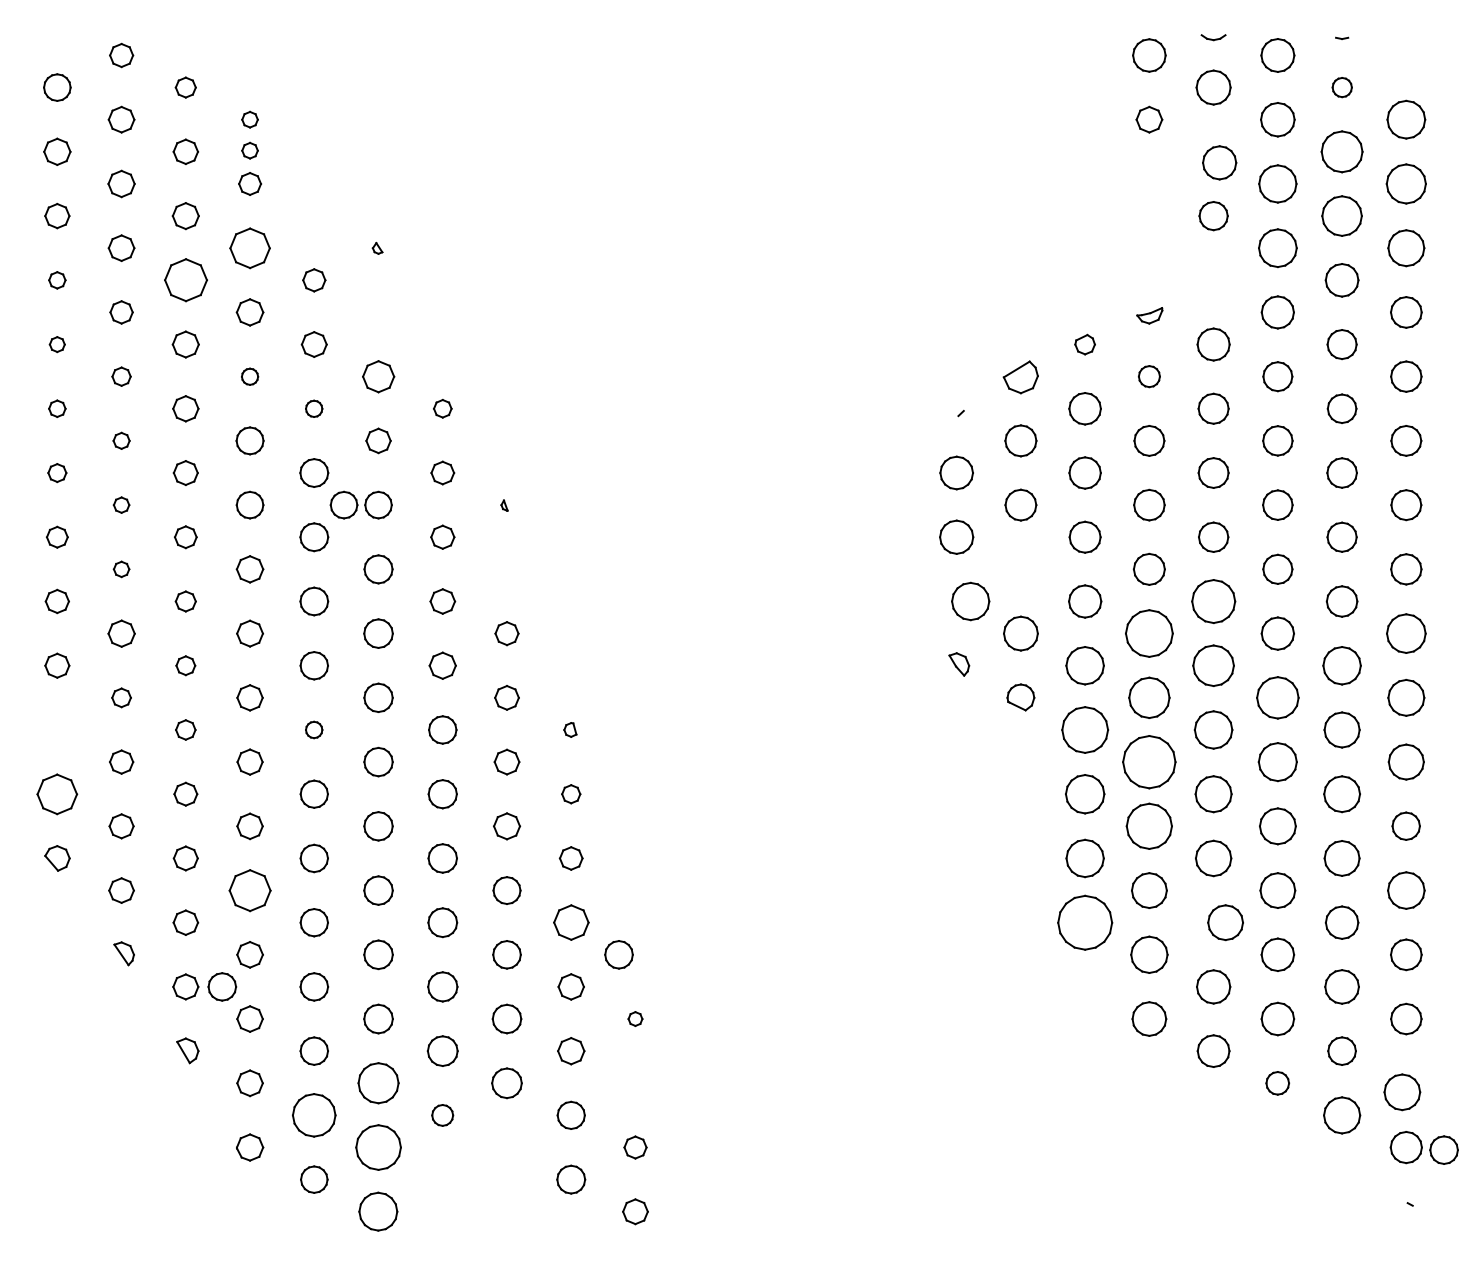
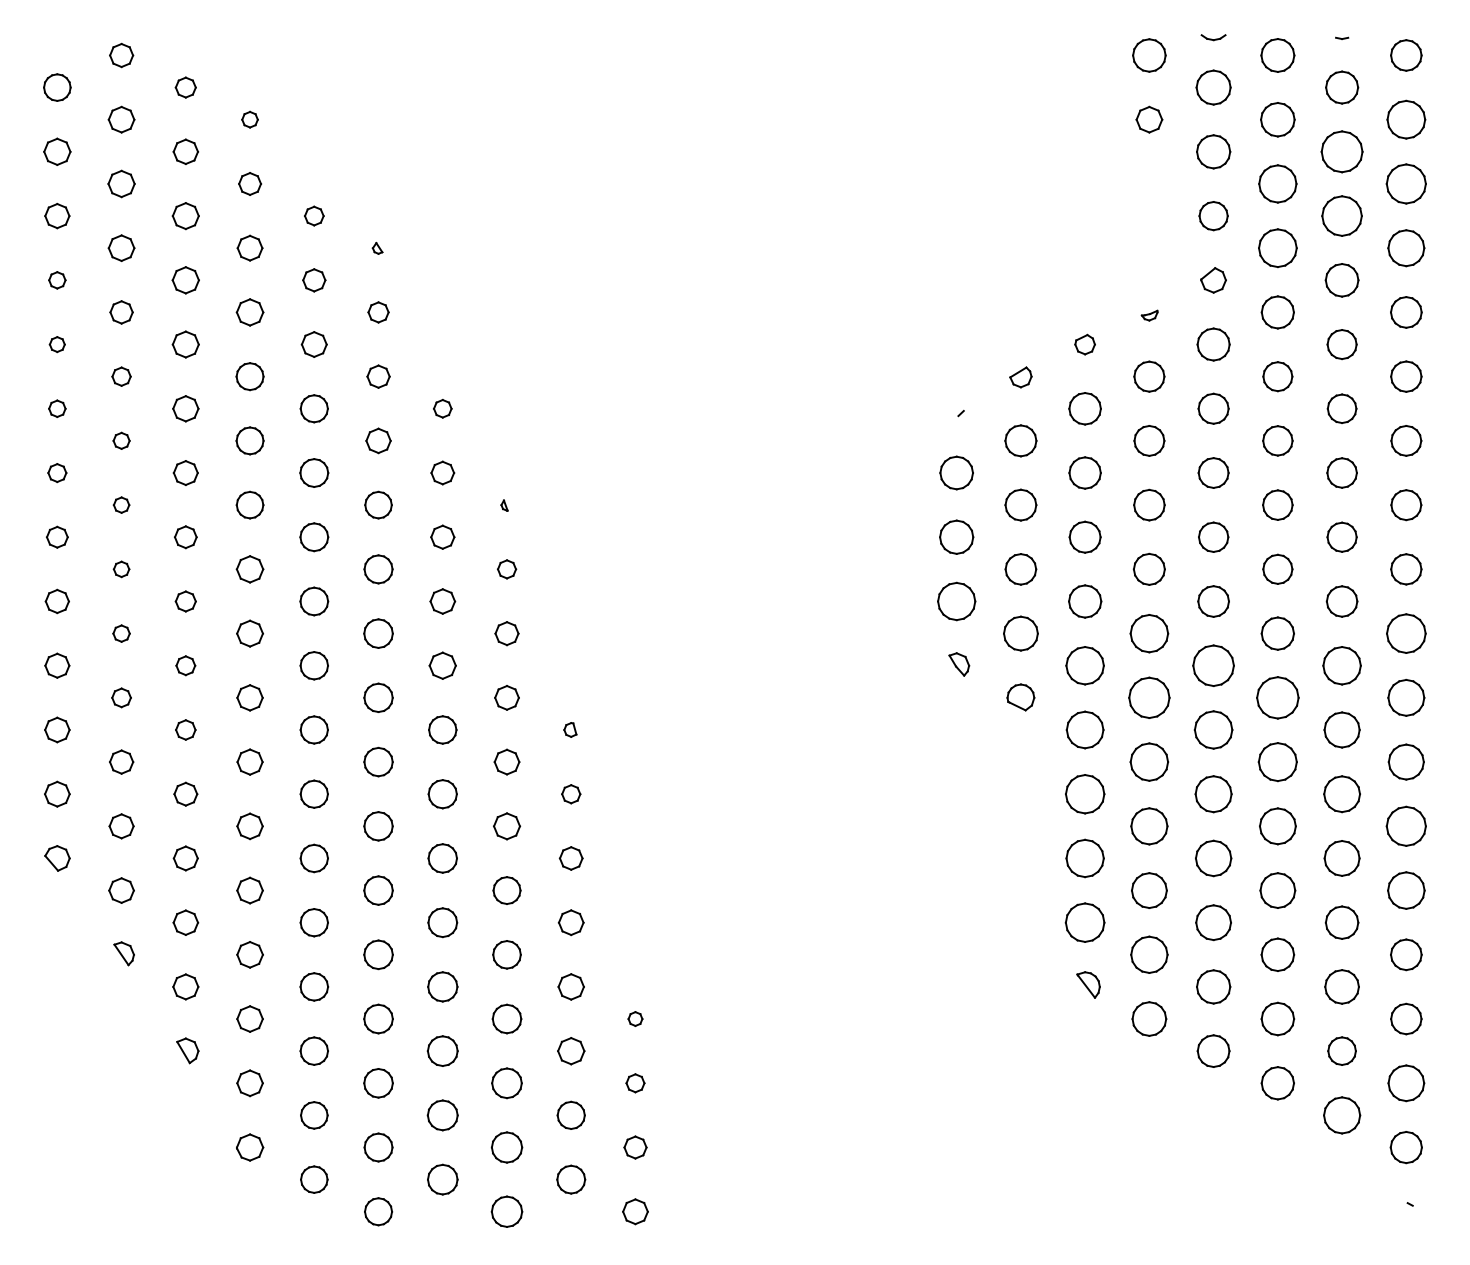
part at (1406, 55): none -> present
part at (1341, 87) size: 22x22 px -> 35x35 px
part at (249, 150): present -> none
part at (1219, 162) position: (1219, 162) -> (1213, 151)
part at (314, 215): none -> present
part at (249, 248) size: 42x43 px -> 28x28 px
part at (185, 280) size: 44x45 px -> 29x29 px
part at (1213, 280): none -> present
part at (378, 312): none -> present
part at (1149, 315) size: 28x18 px -> 19x13 px
part at (250, 376) size: 19x19 px -> 30x30 px
part at (378, 376) size: 34x34 px -> 25x25 px
part at (1149, 376) size: 23x24 px -> 33x33 px
part at (1020, 377) size: 37x35 px -> 24x23 px
part at (314, 408) size: 19x19 px -> 30x30 px
part at (343, 504): present -> none
part at (507, 569): none -> present
part at (1020, 569): none -> present
part at (970, 601) position: (970, 601) -> (956, 601)
part at (1213, 601) size: 46x45 px -> 33x33 px
part at (121, 633) size: 29x29 px -> 19x19 px
part at (1149, 633) size: 49x49 px -> 41x40 px
part at (57, 729): none -> present
part at (314, 729) size: 19x20 px -> 30x30 px
part at (1085, 729) size: 49x48 px -> 40x40 px
part at (1149, 762) size: 55x55 px -> 41x40 px
part at (57, 794) size: 43x43 px -> 27x28 px
part at (1148, 825) size: 48x48 px -> 39x39 px
part at (1405, 825) size: 30x30 px -> 42x42 px
part at (249, 890) size: 44x44 px -> 28x29 px
part at (571, 922) size: 37x37 px -> 28x28 px
part at (1085, 922) size: 57x57 px -> 42x41 px
part at (1225, 922) position: (1225, 922) -> (1213, 922)
part at (618, 954): present -> none
part at (1088, 984): none -> present
part at (222, 986): present -> none
part at (378, 1083) size: 43x43 px -> 31x31 px
part at (635, 1083): none -> present
part at (1277, 1083) size: 26x25 px -> 35x35 px
part at (1402, 1092) position: (1402, 1092) -> (1406, 1083)
part at (314, 1115) size: 45x45 px -> 29x29 px
part at (442, 1115) size: 24x23 px -> 33x33 px
part at (378, 1147) size: 47x47 px -> 31x31 px
part at (506, 1147): none -> present
part at (1443, 1149): present -> none
part at (442, 1179): none -> present
part at (378, 1211) size: 41x41 px -> 30x30 px
part at (506, 1211): none -> present
